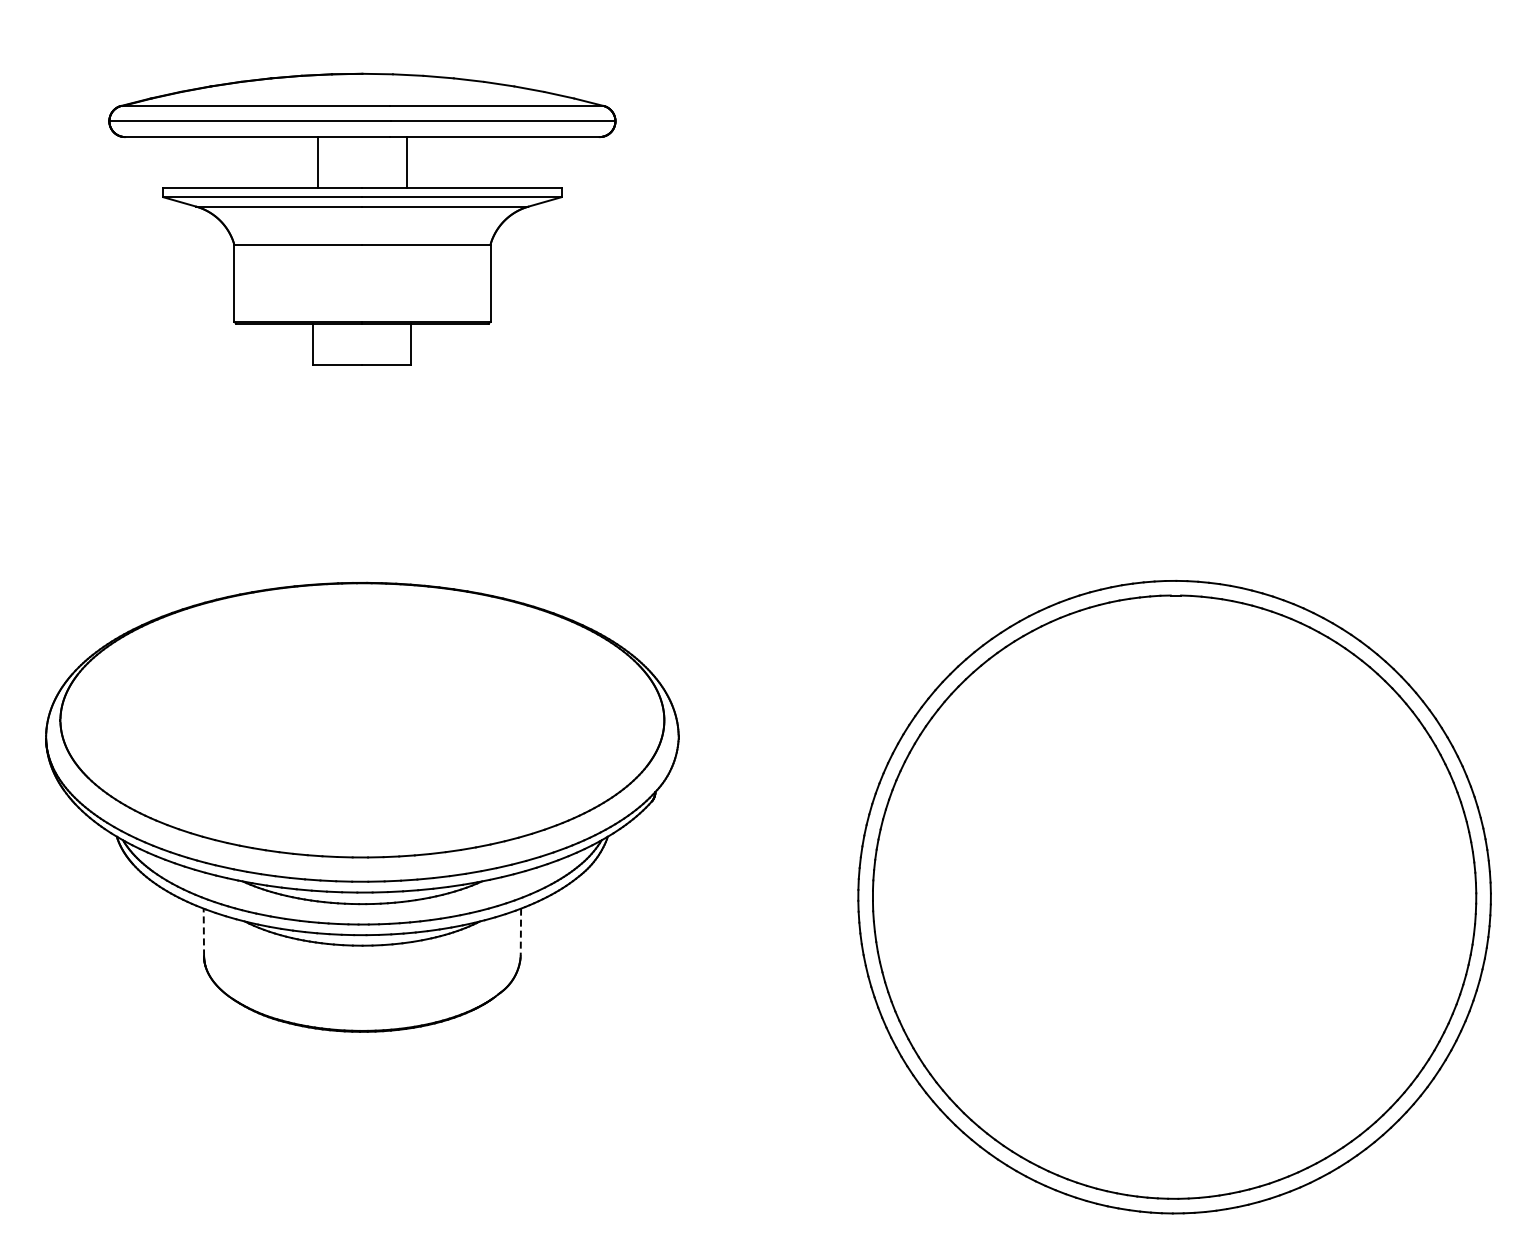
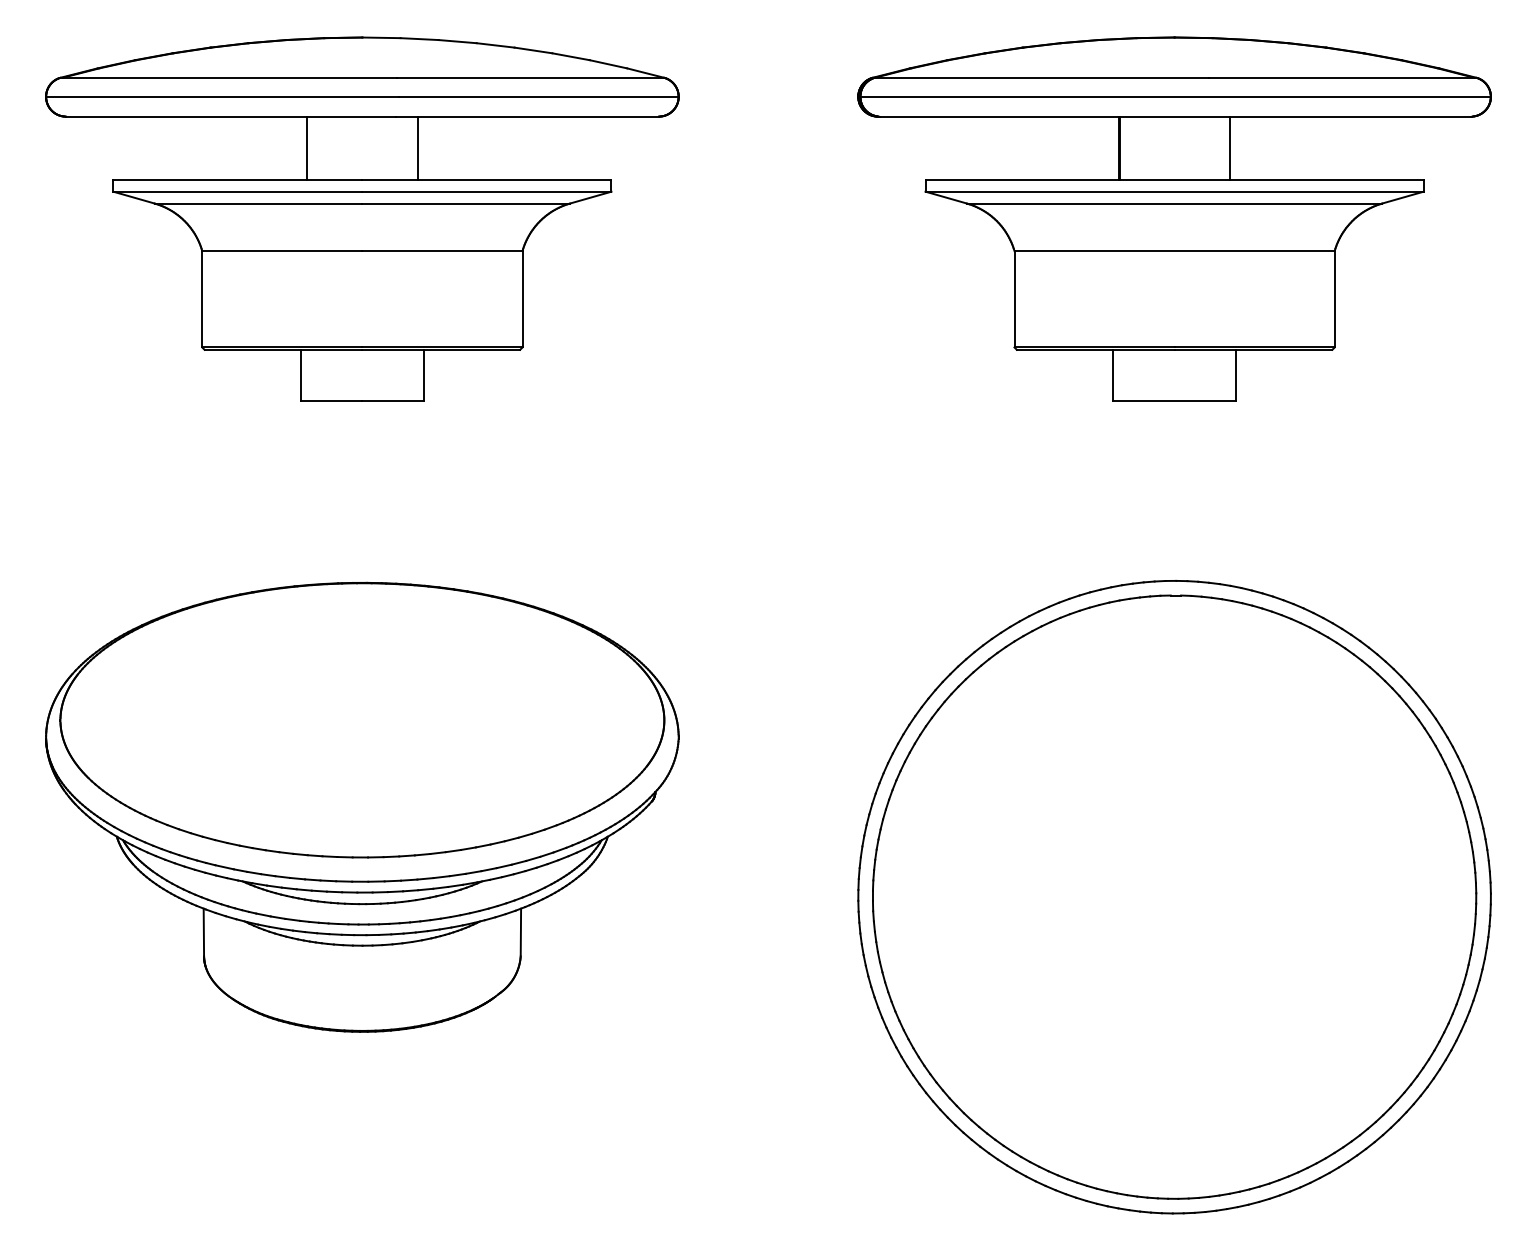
part at (362, 218) size: 509x294 px -> 635x366 px
part at (1174, 218): none -> present
line at (203, 932): dashed -> solid
line at (520, 932): dashed -> solid
